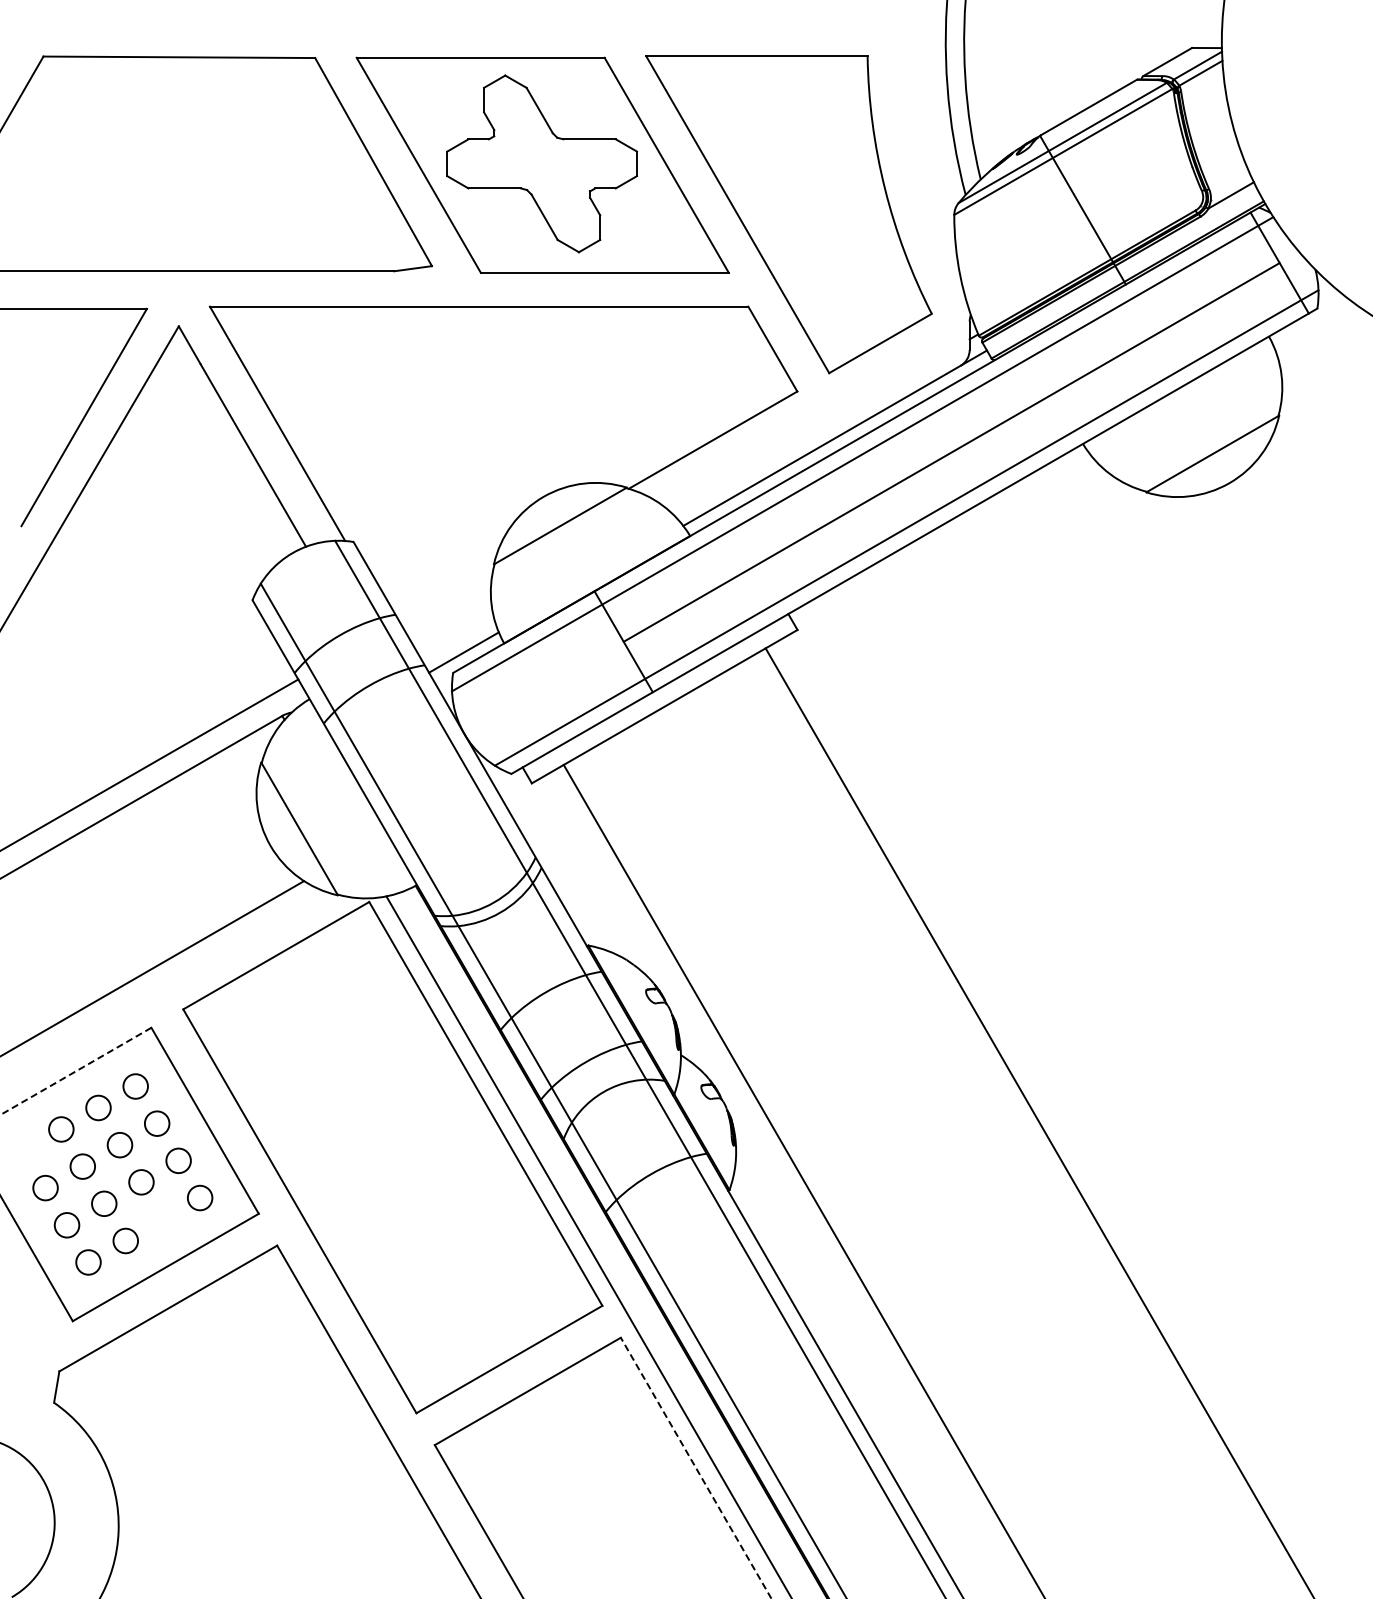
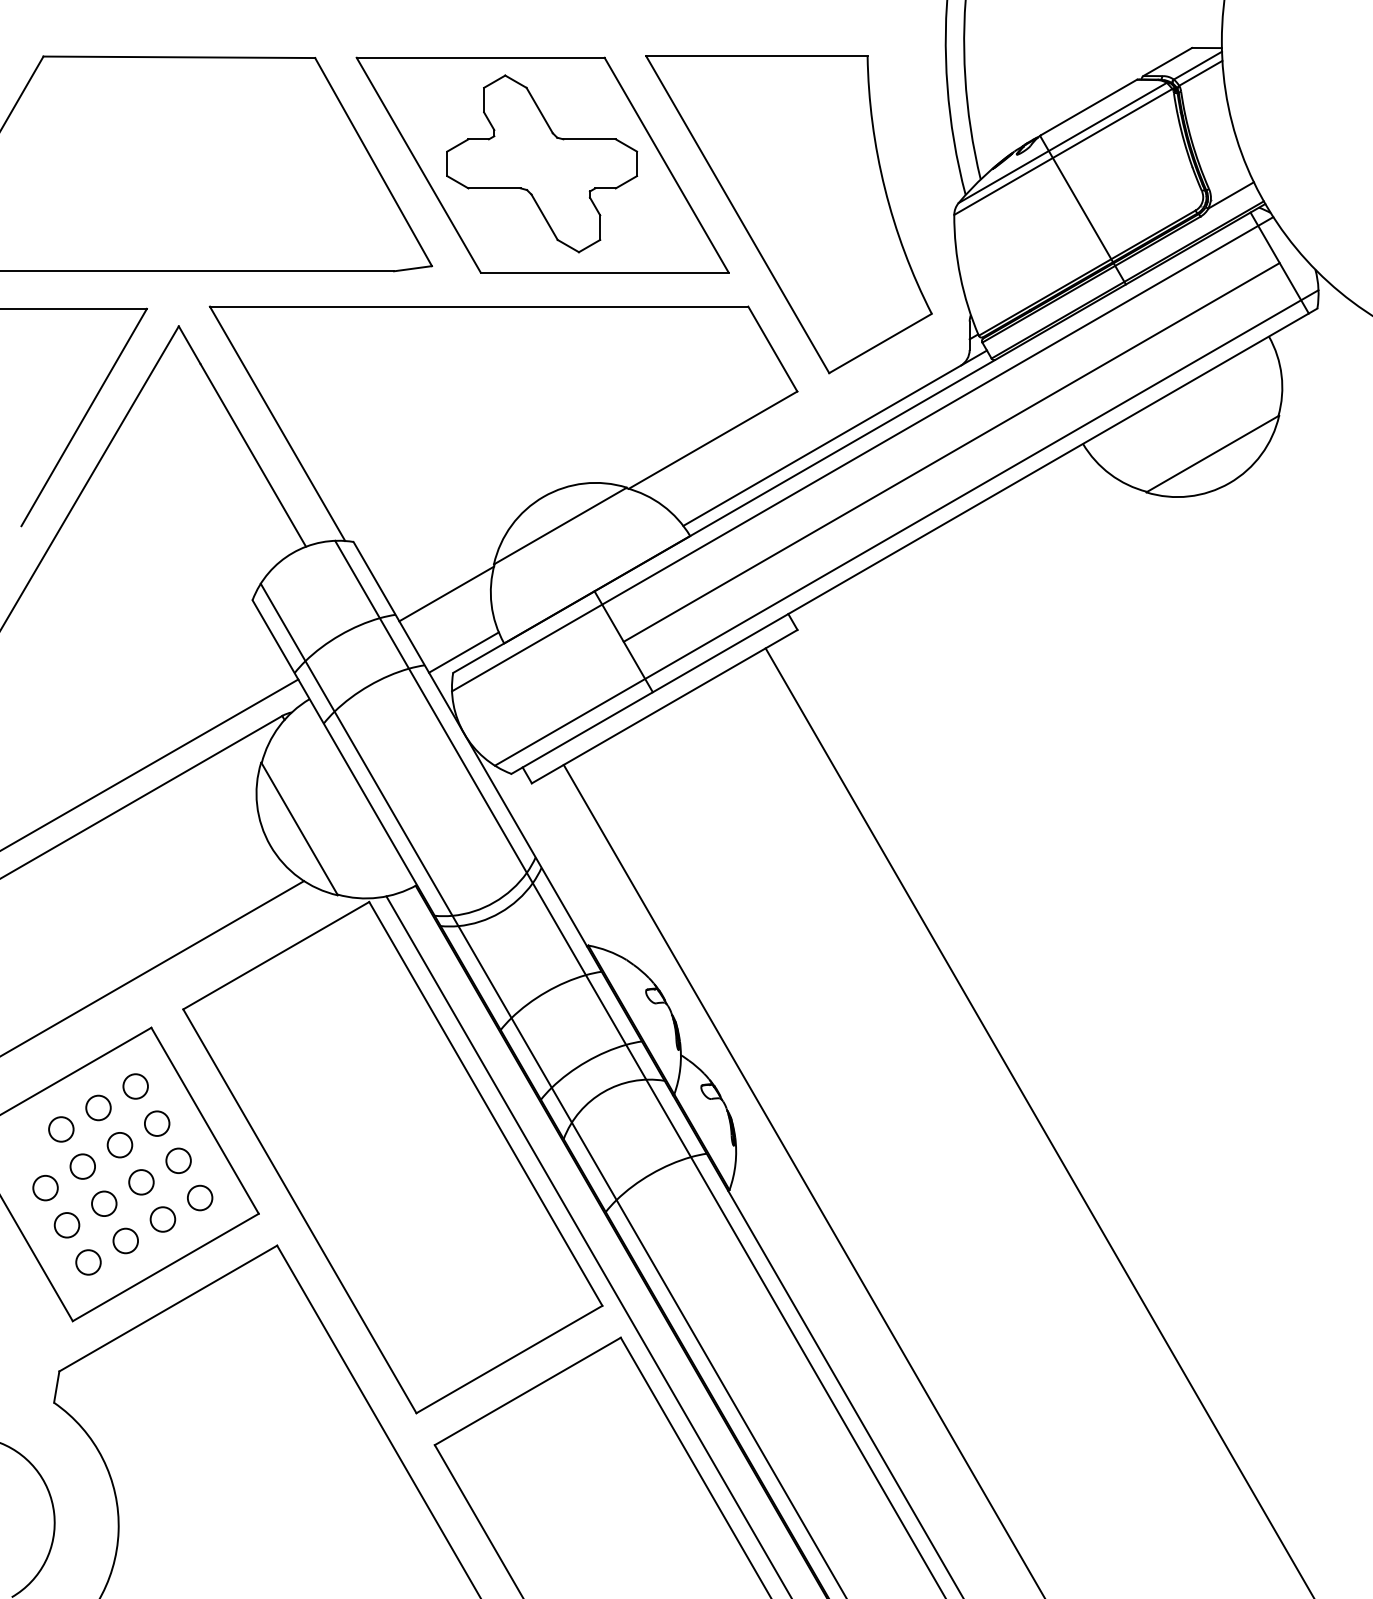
line at (446, 593): none -> present
line at (75, 1071): dashed -> solid
circle at (162, 1219): none -> present
line at (696, 1468): dashed -> solid
